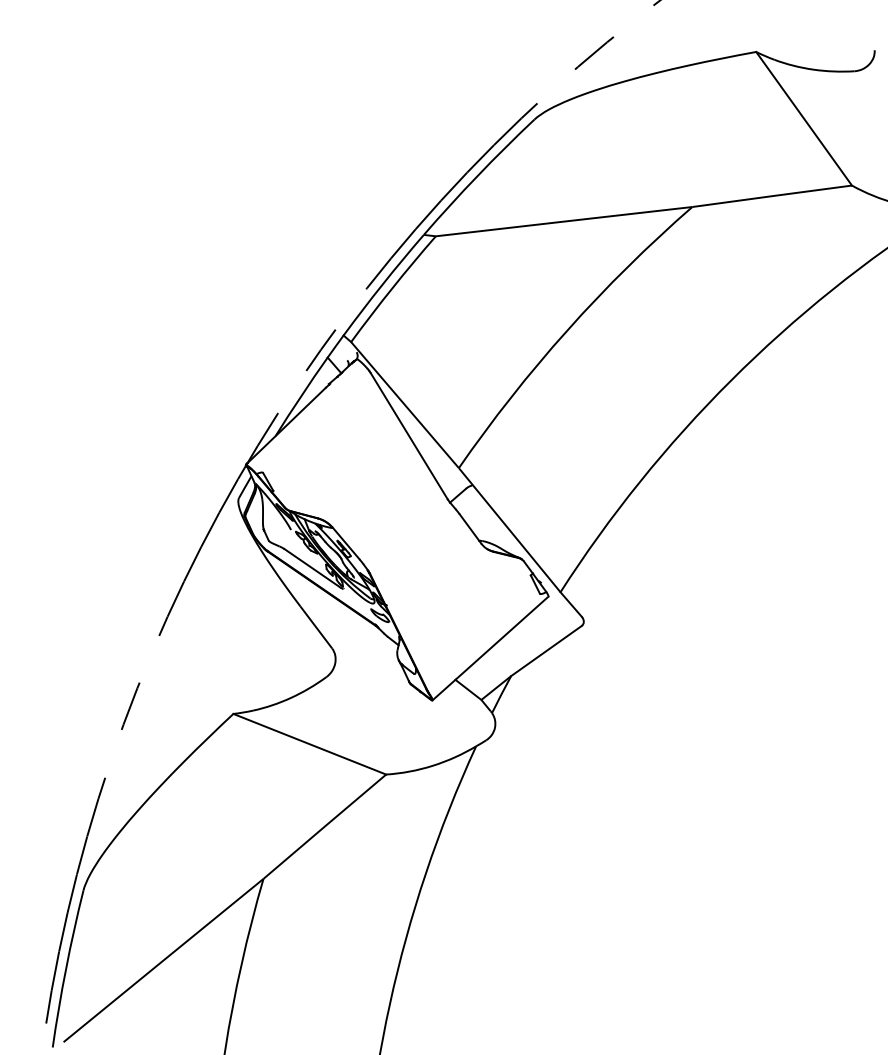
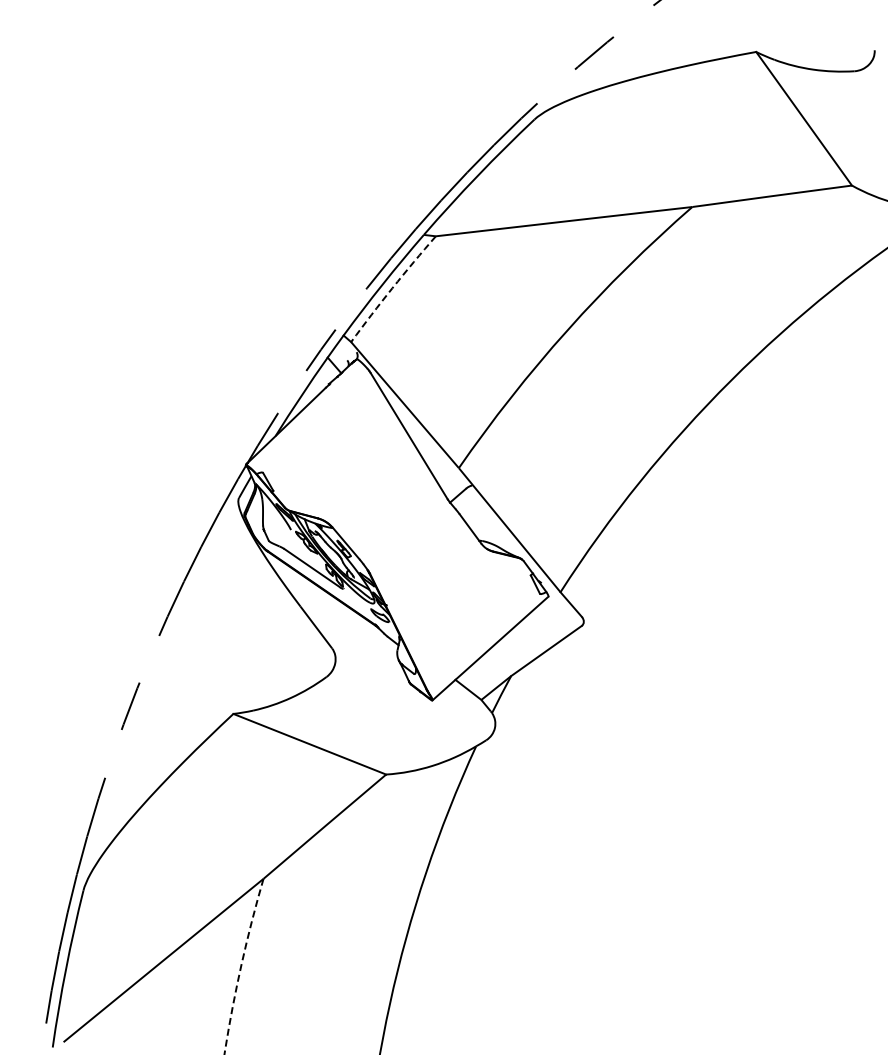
arc at (392, 288): solid -> dashed
arc at (241, 965): solid -> dashed
